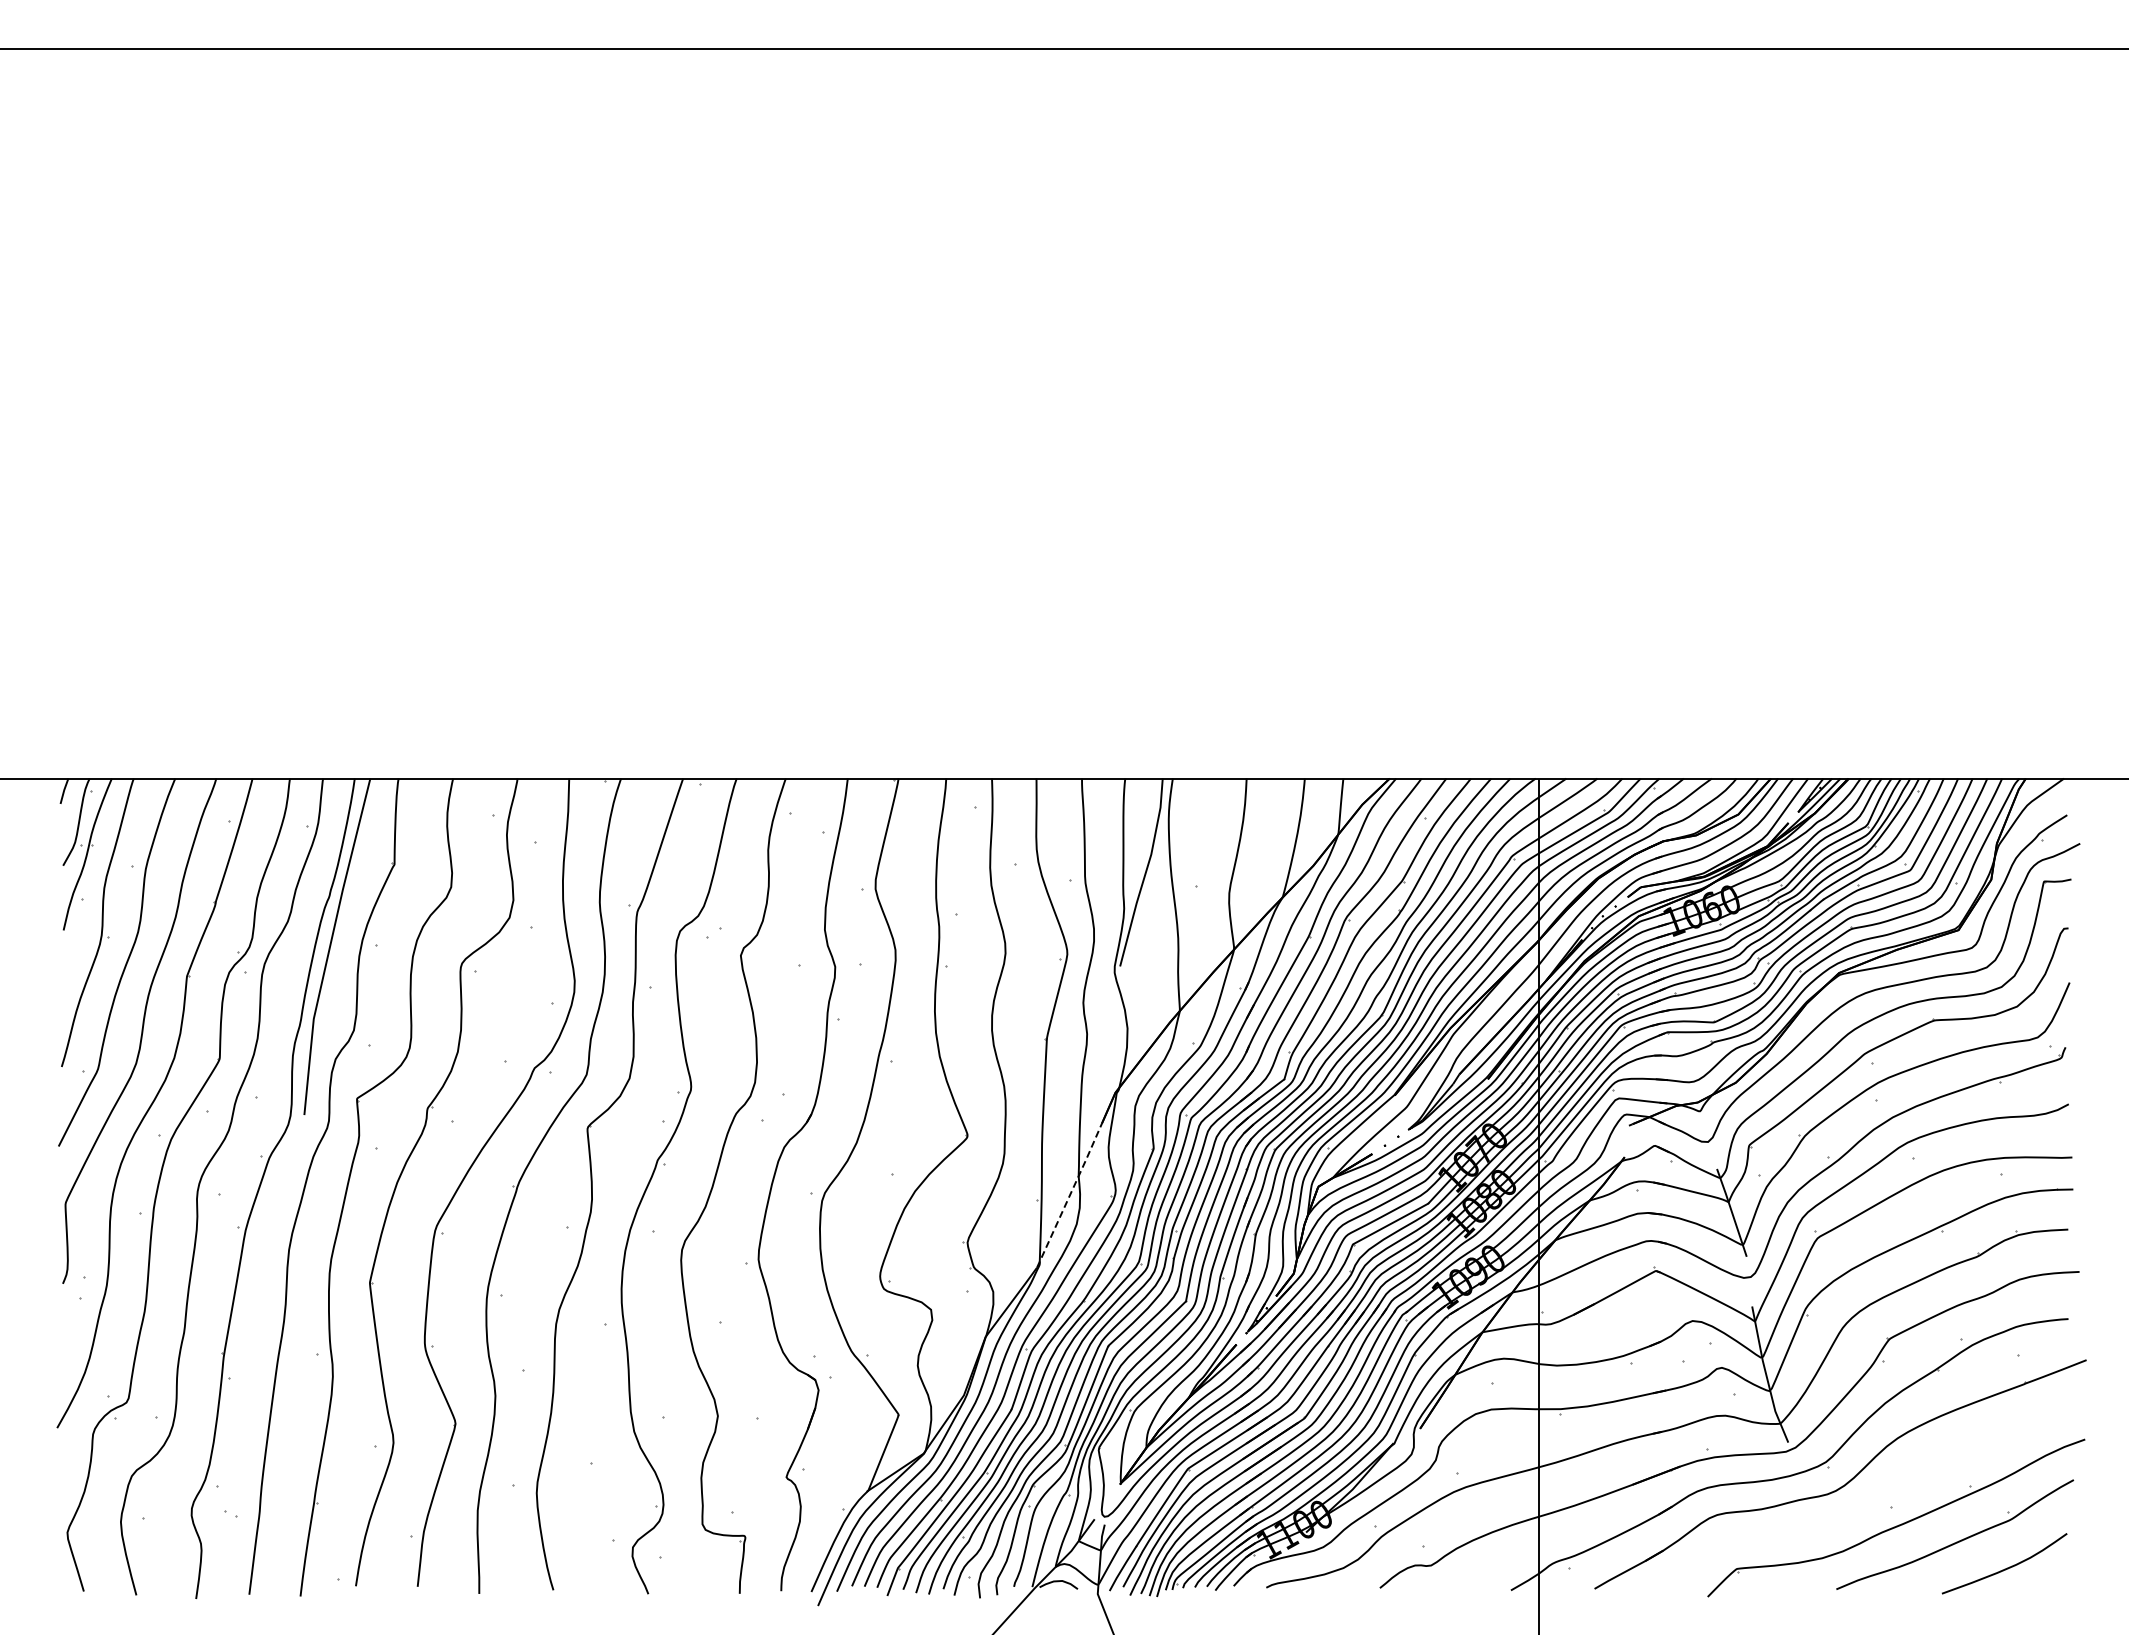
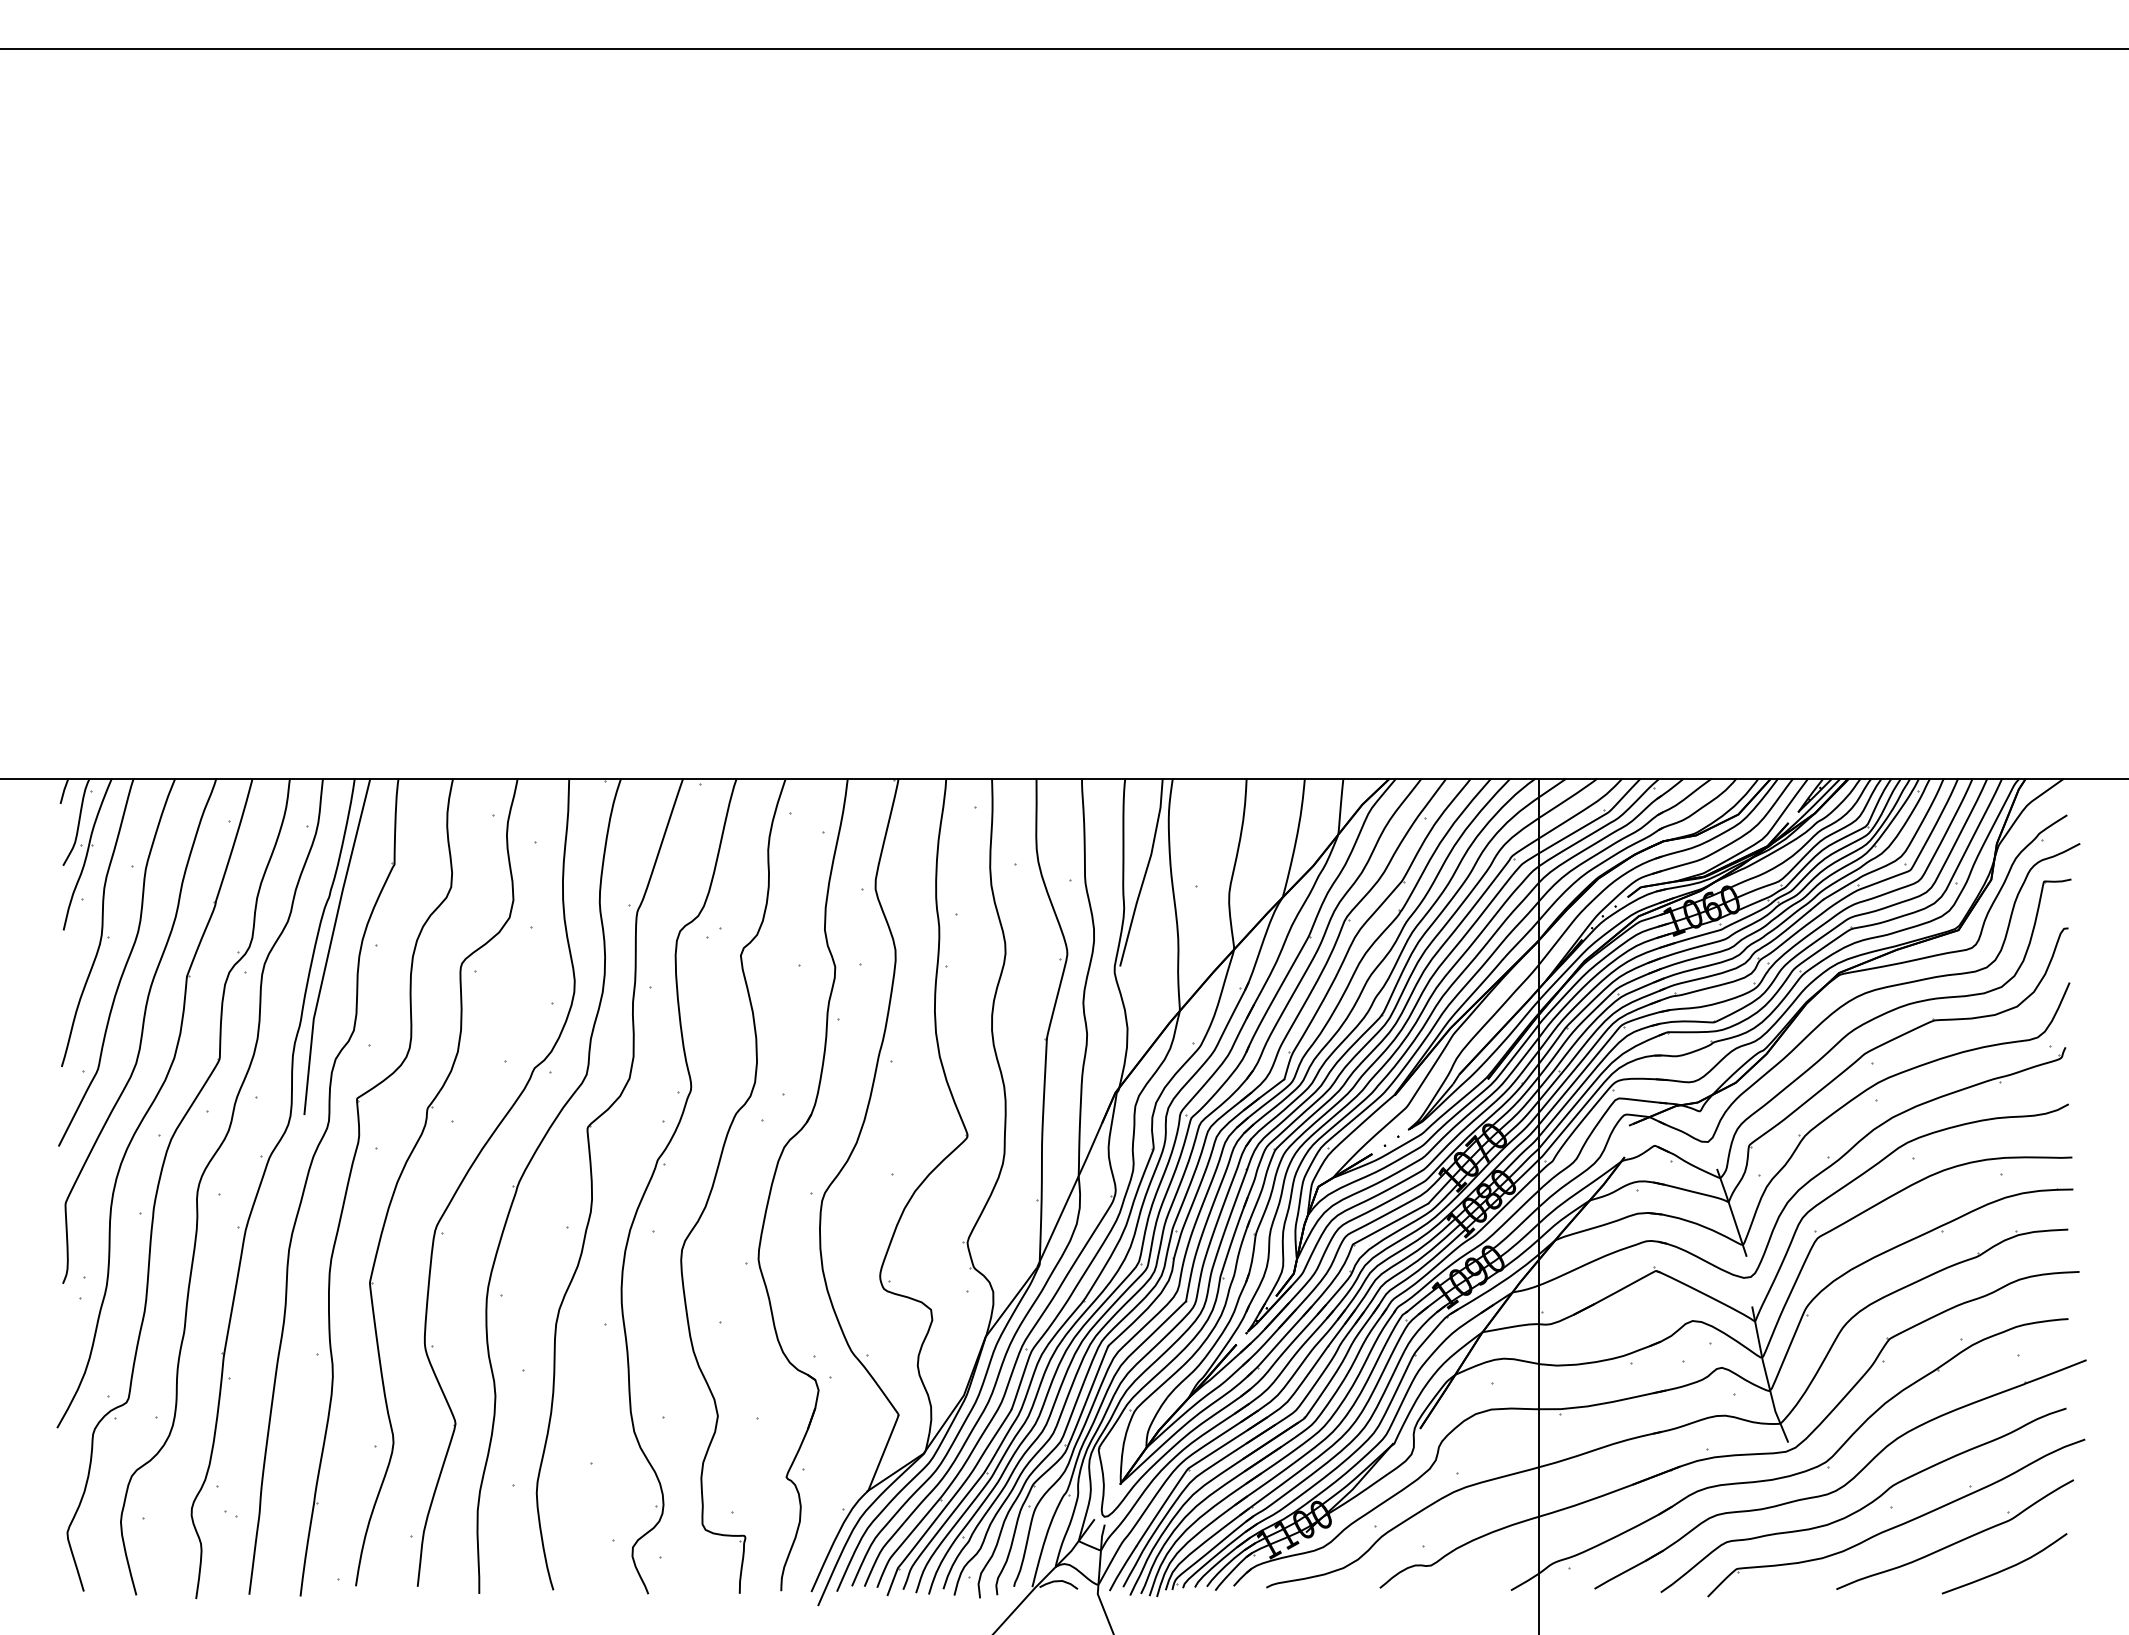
line at (1070, 1194): dashed -> solid
curve at (1866, 1504): none -> present
